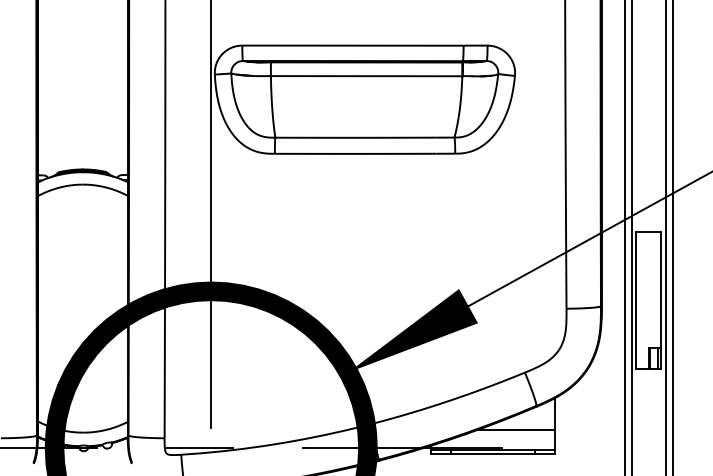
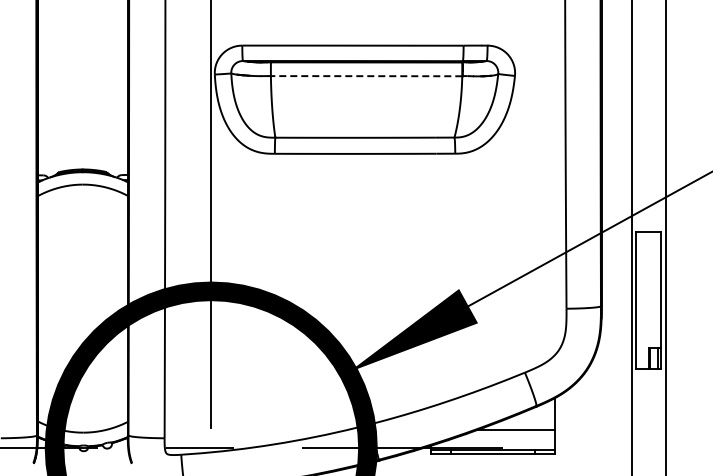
line at (366, 76): solid -> dashed
line at (624, 237): present -> none
line at (673, 237): present -> none
